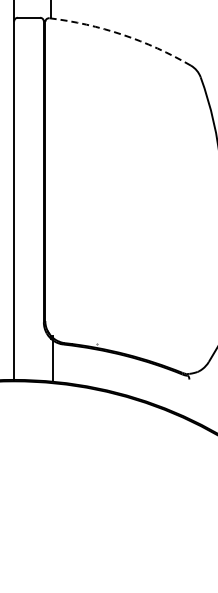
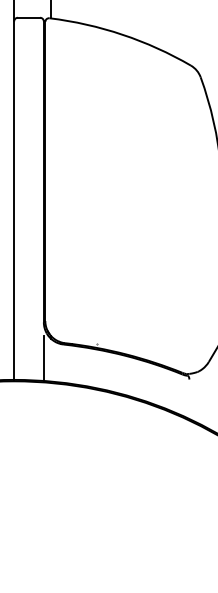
arc at (122, 34): dashed -> solid
line at (52, 357) position: (52, 357) -> (43, 357)
